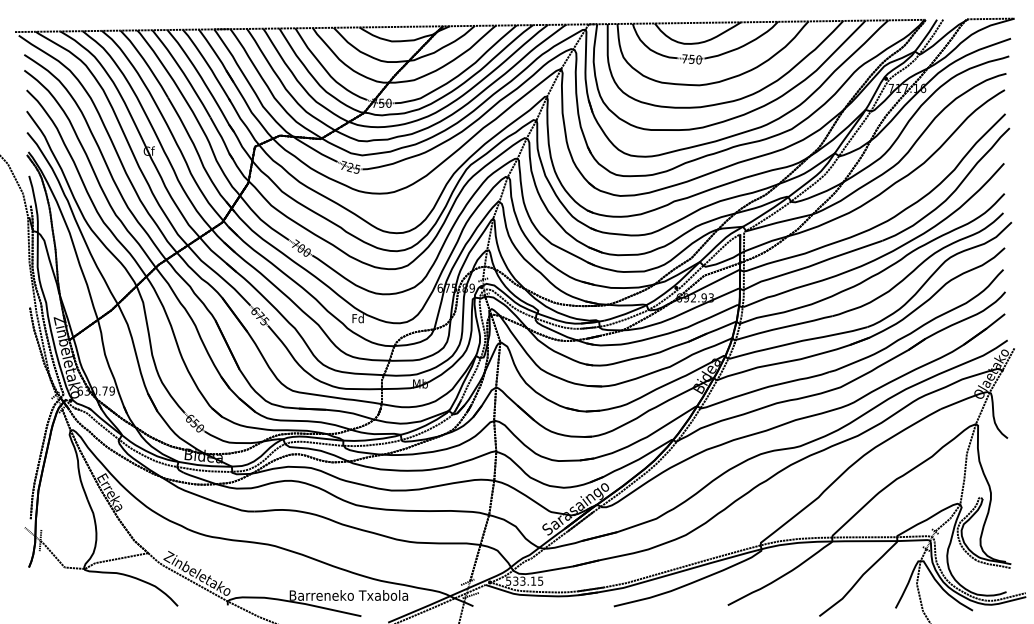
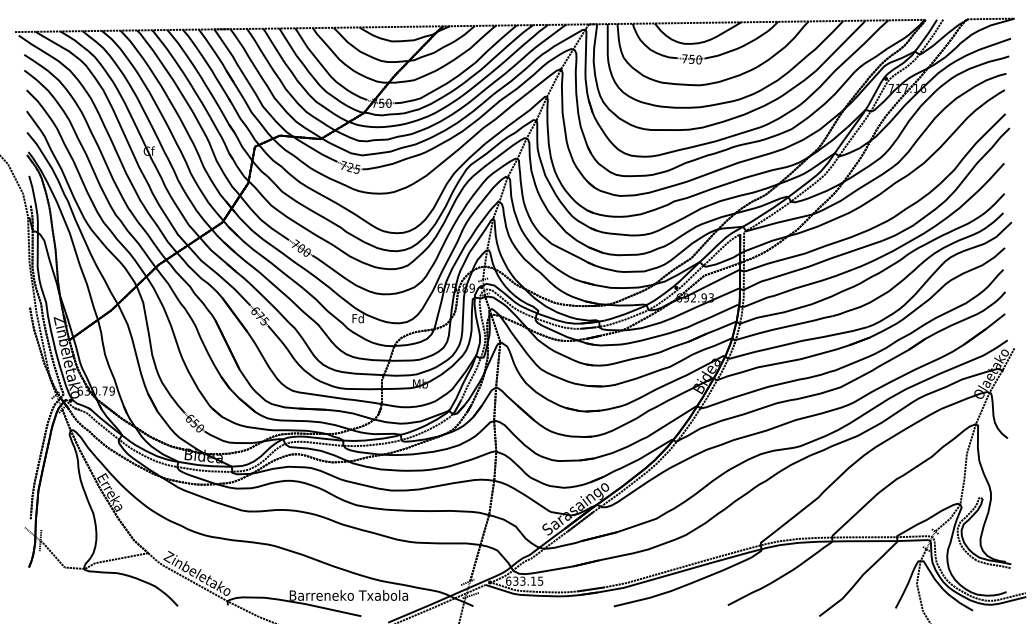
text at (508, 580): 533.15 -> 633.15
